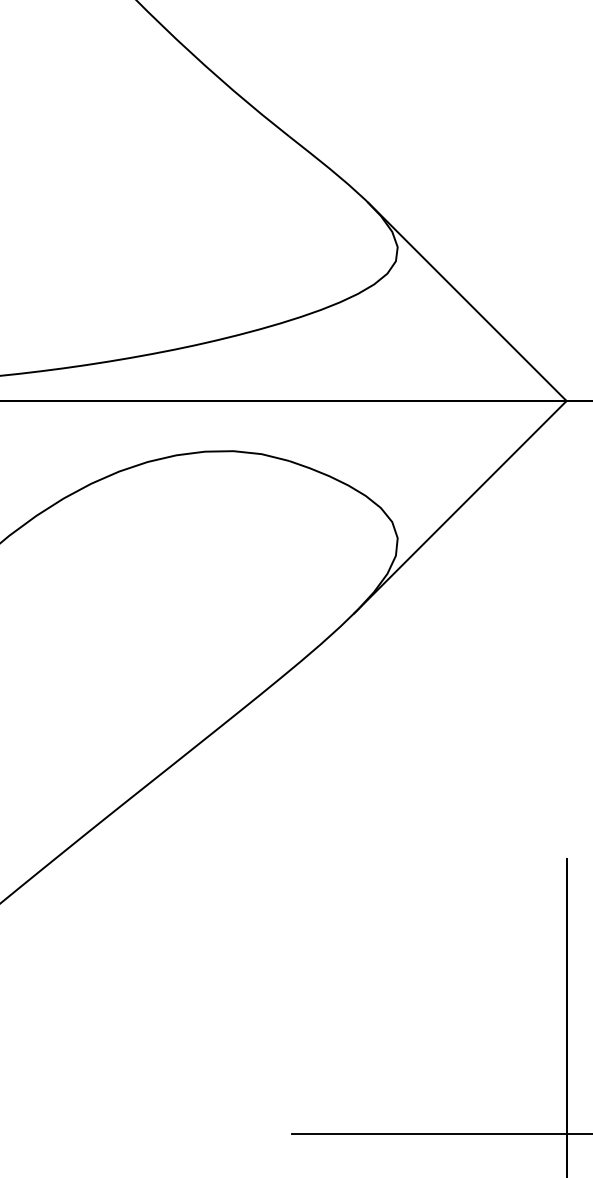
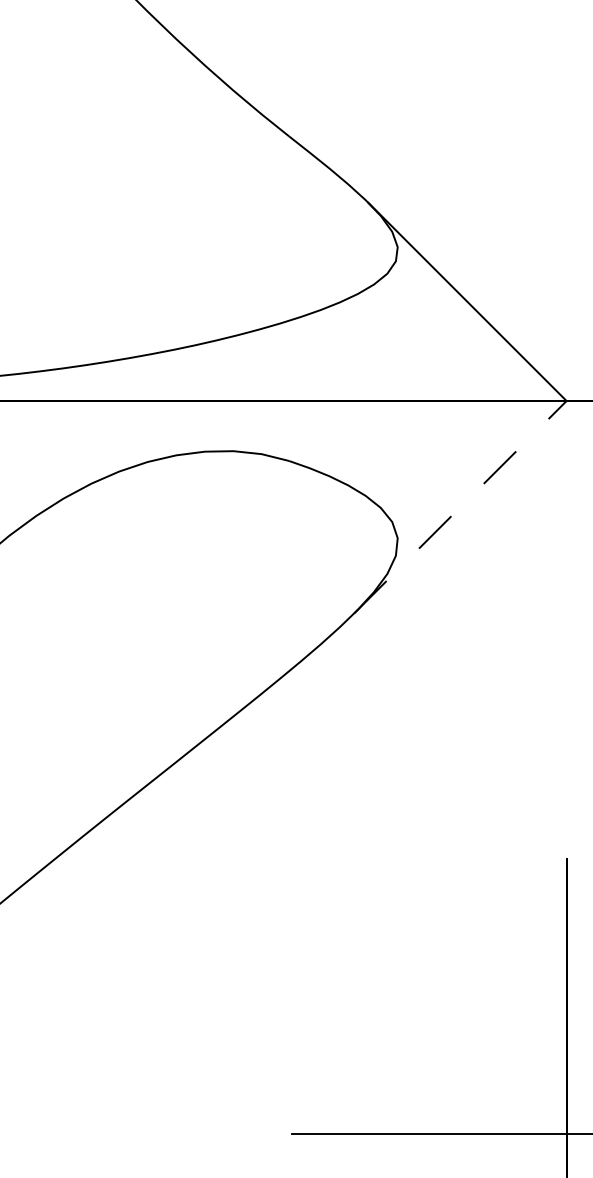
line at (460, 506): solid -> dashed
